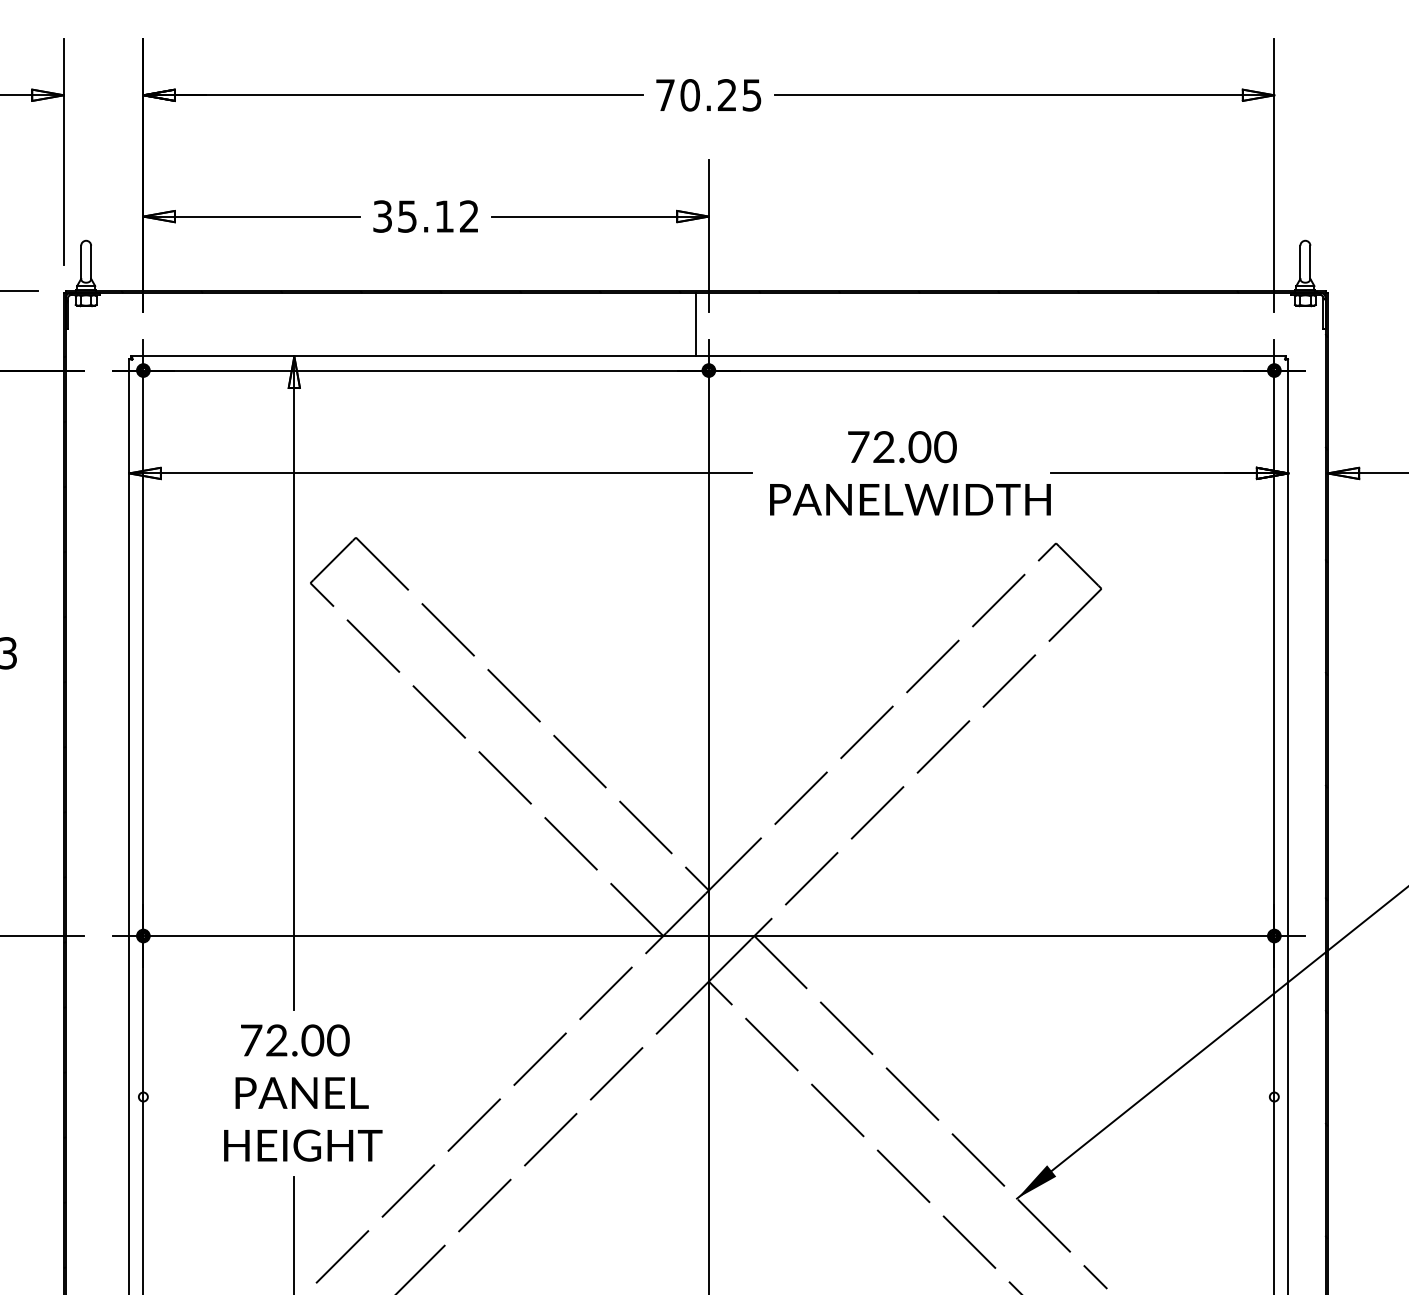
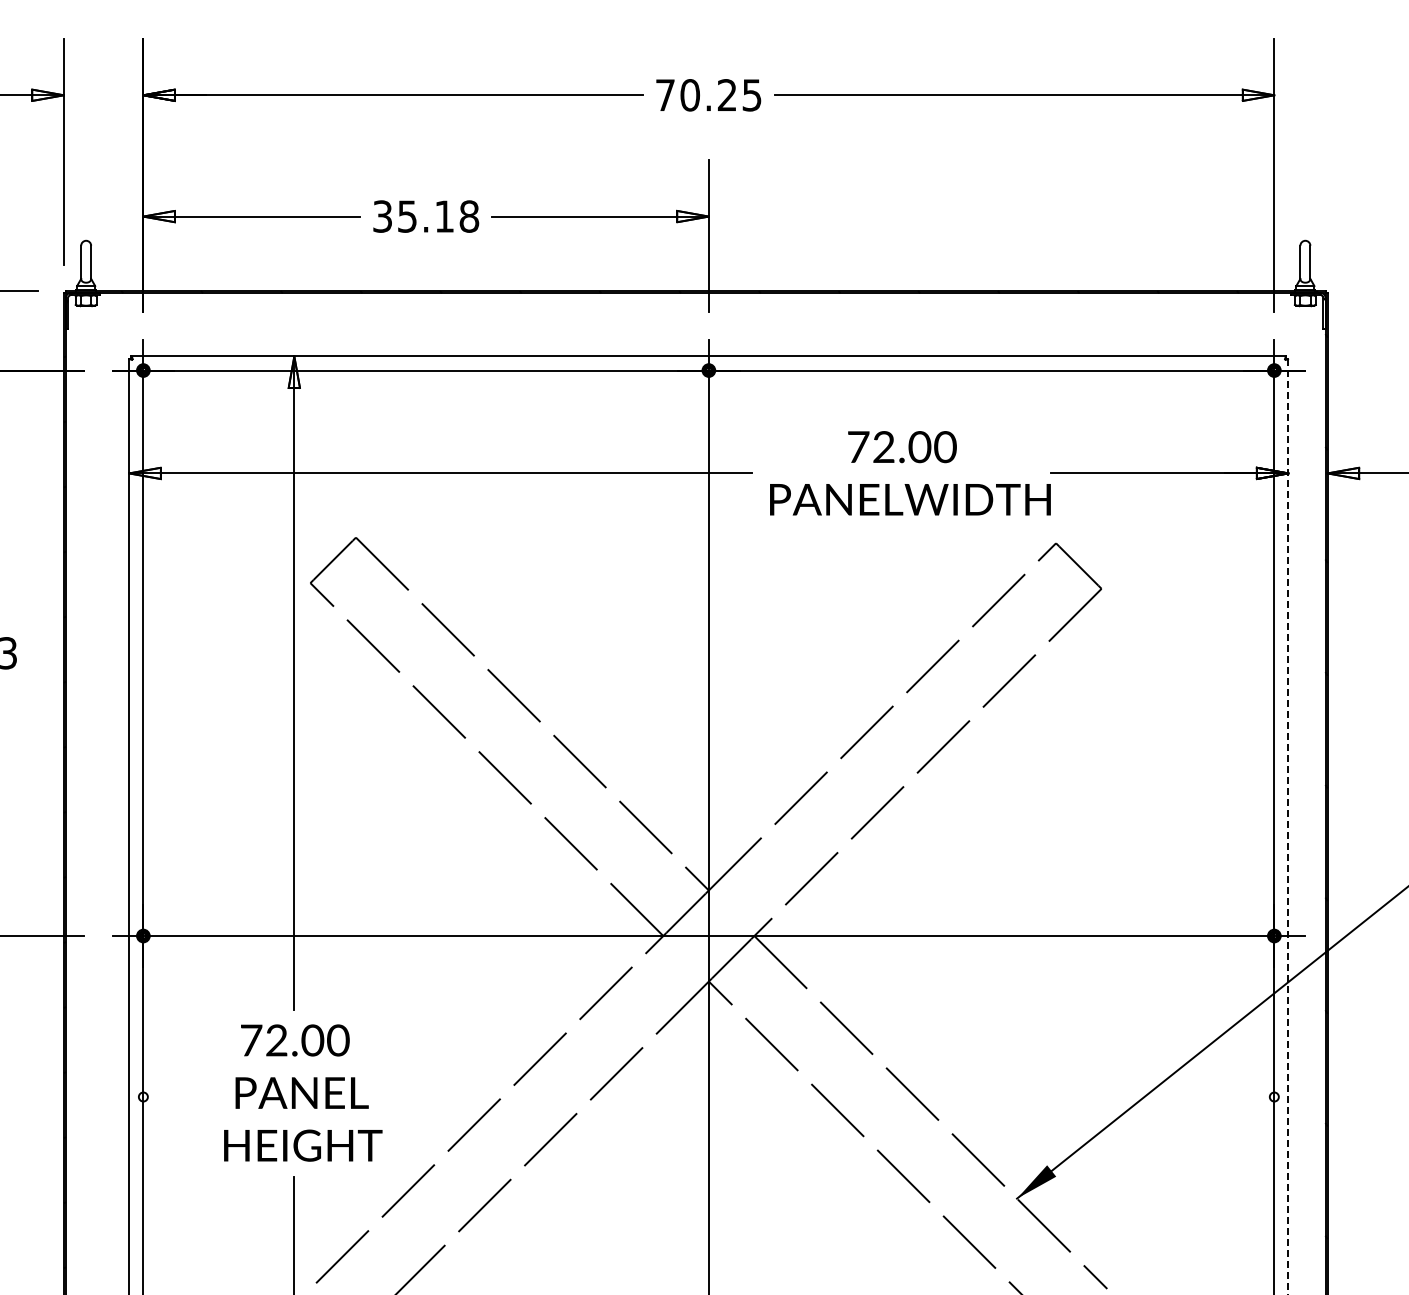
text at (469, 216): 35.12 -> 35.18
line at (695, 324): present -> none
line at (1288, 826): solid -> dashed
